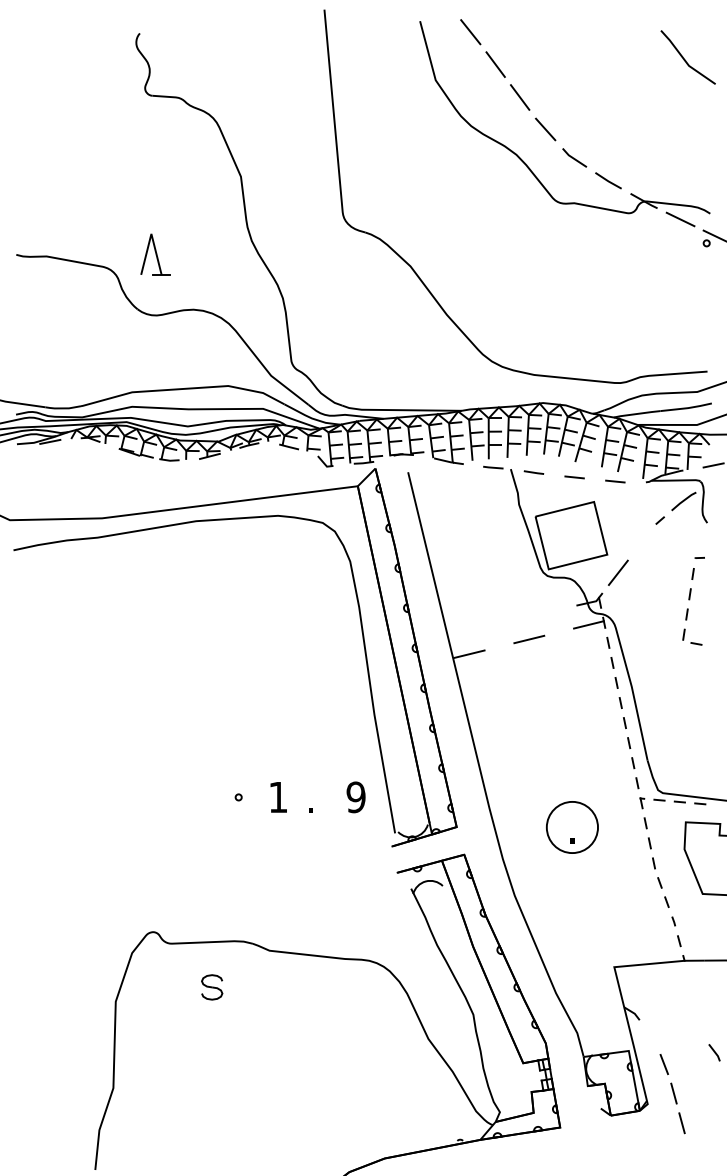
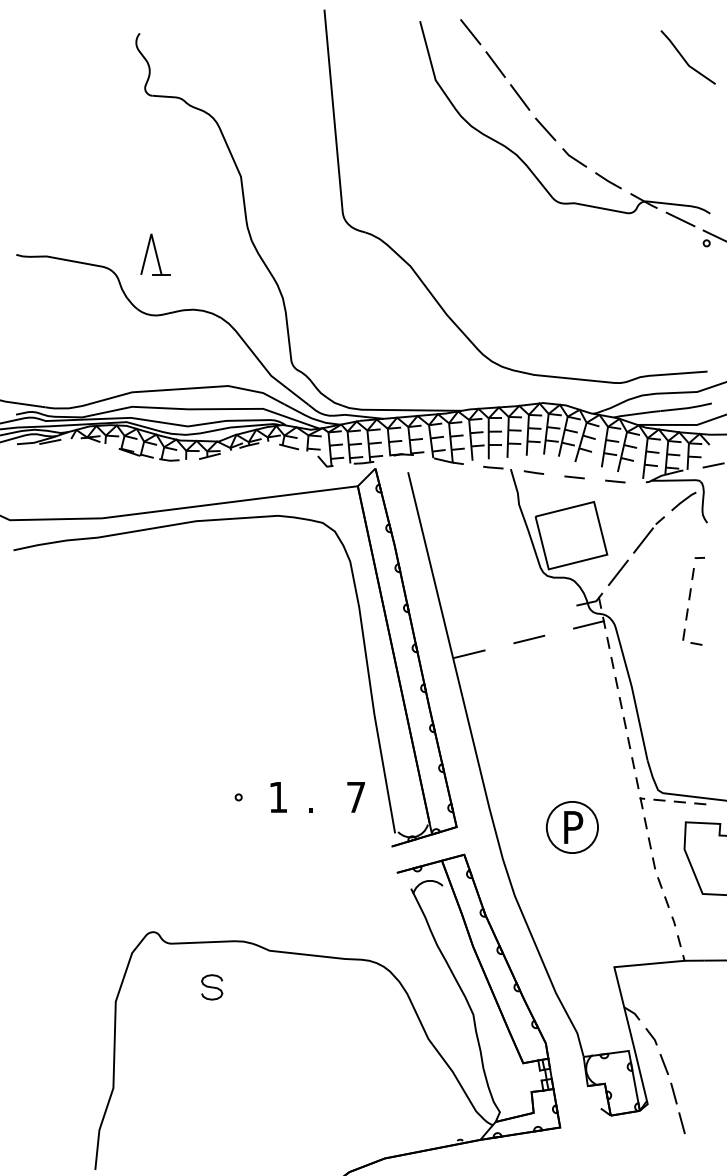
line at (643, 540): none -> present
text at (355, 797): 9 -> 7
text at (573, 827): . -> P
line at (714, 1052) position: (714, 1052) -> (651, 1036)
